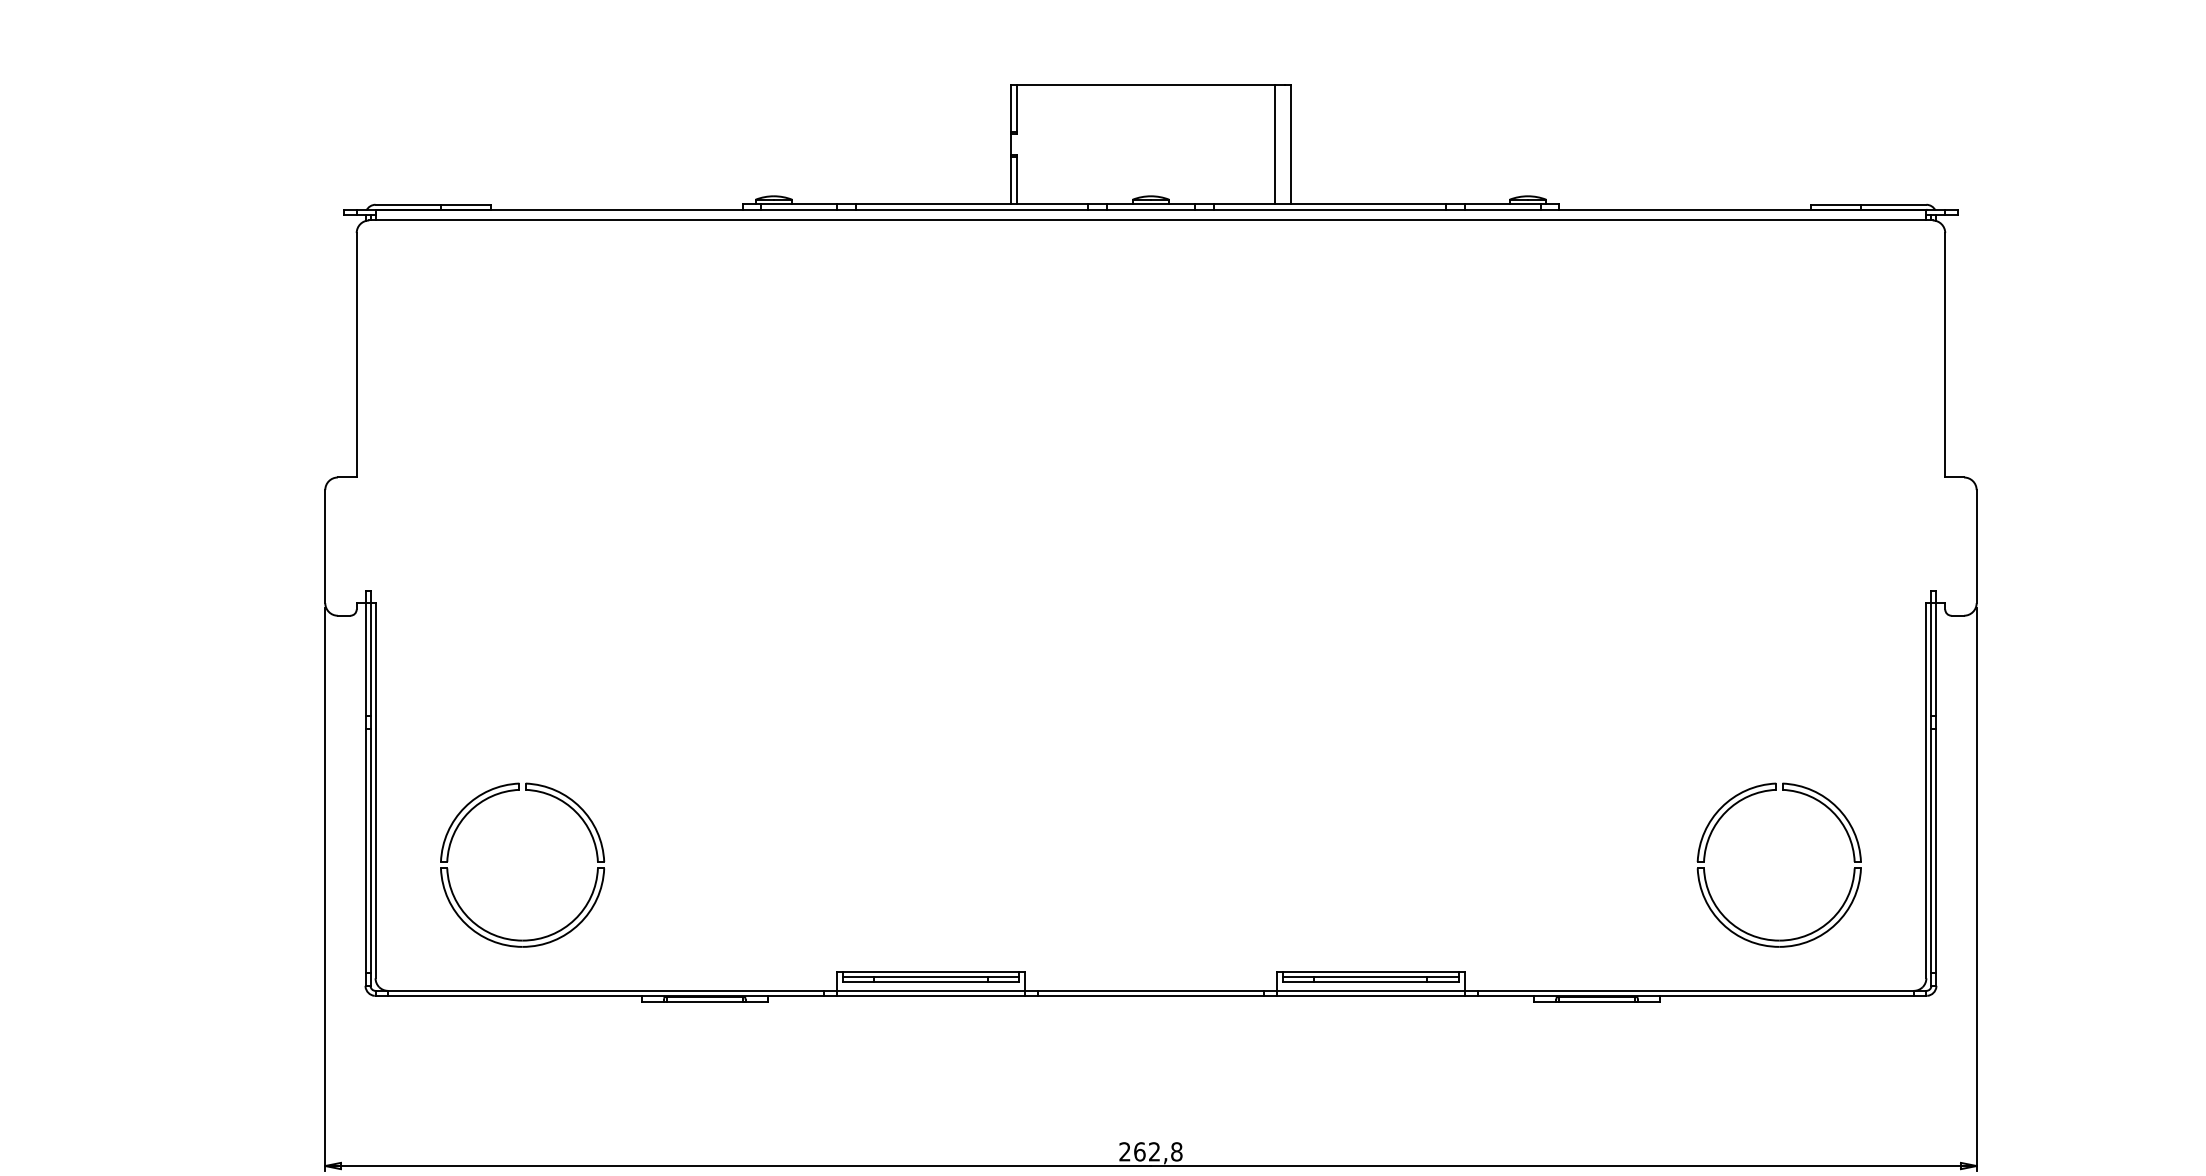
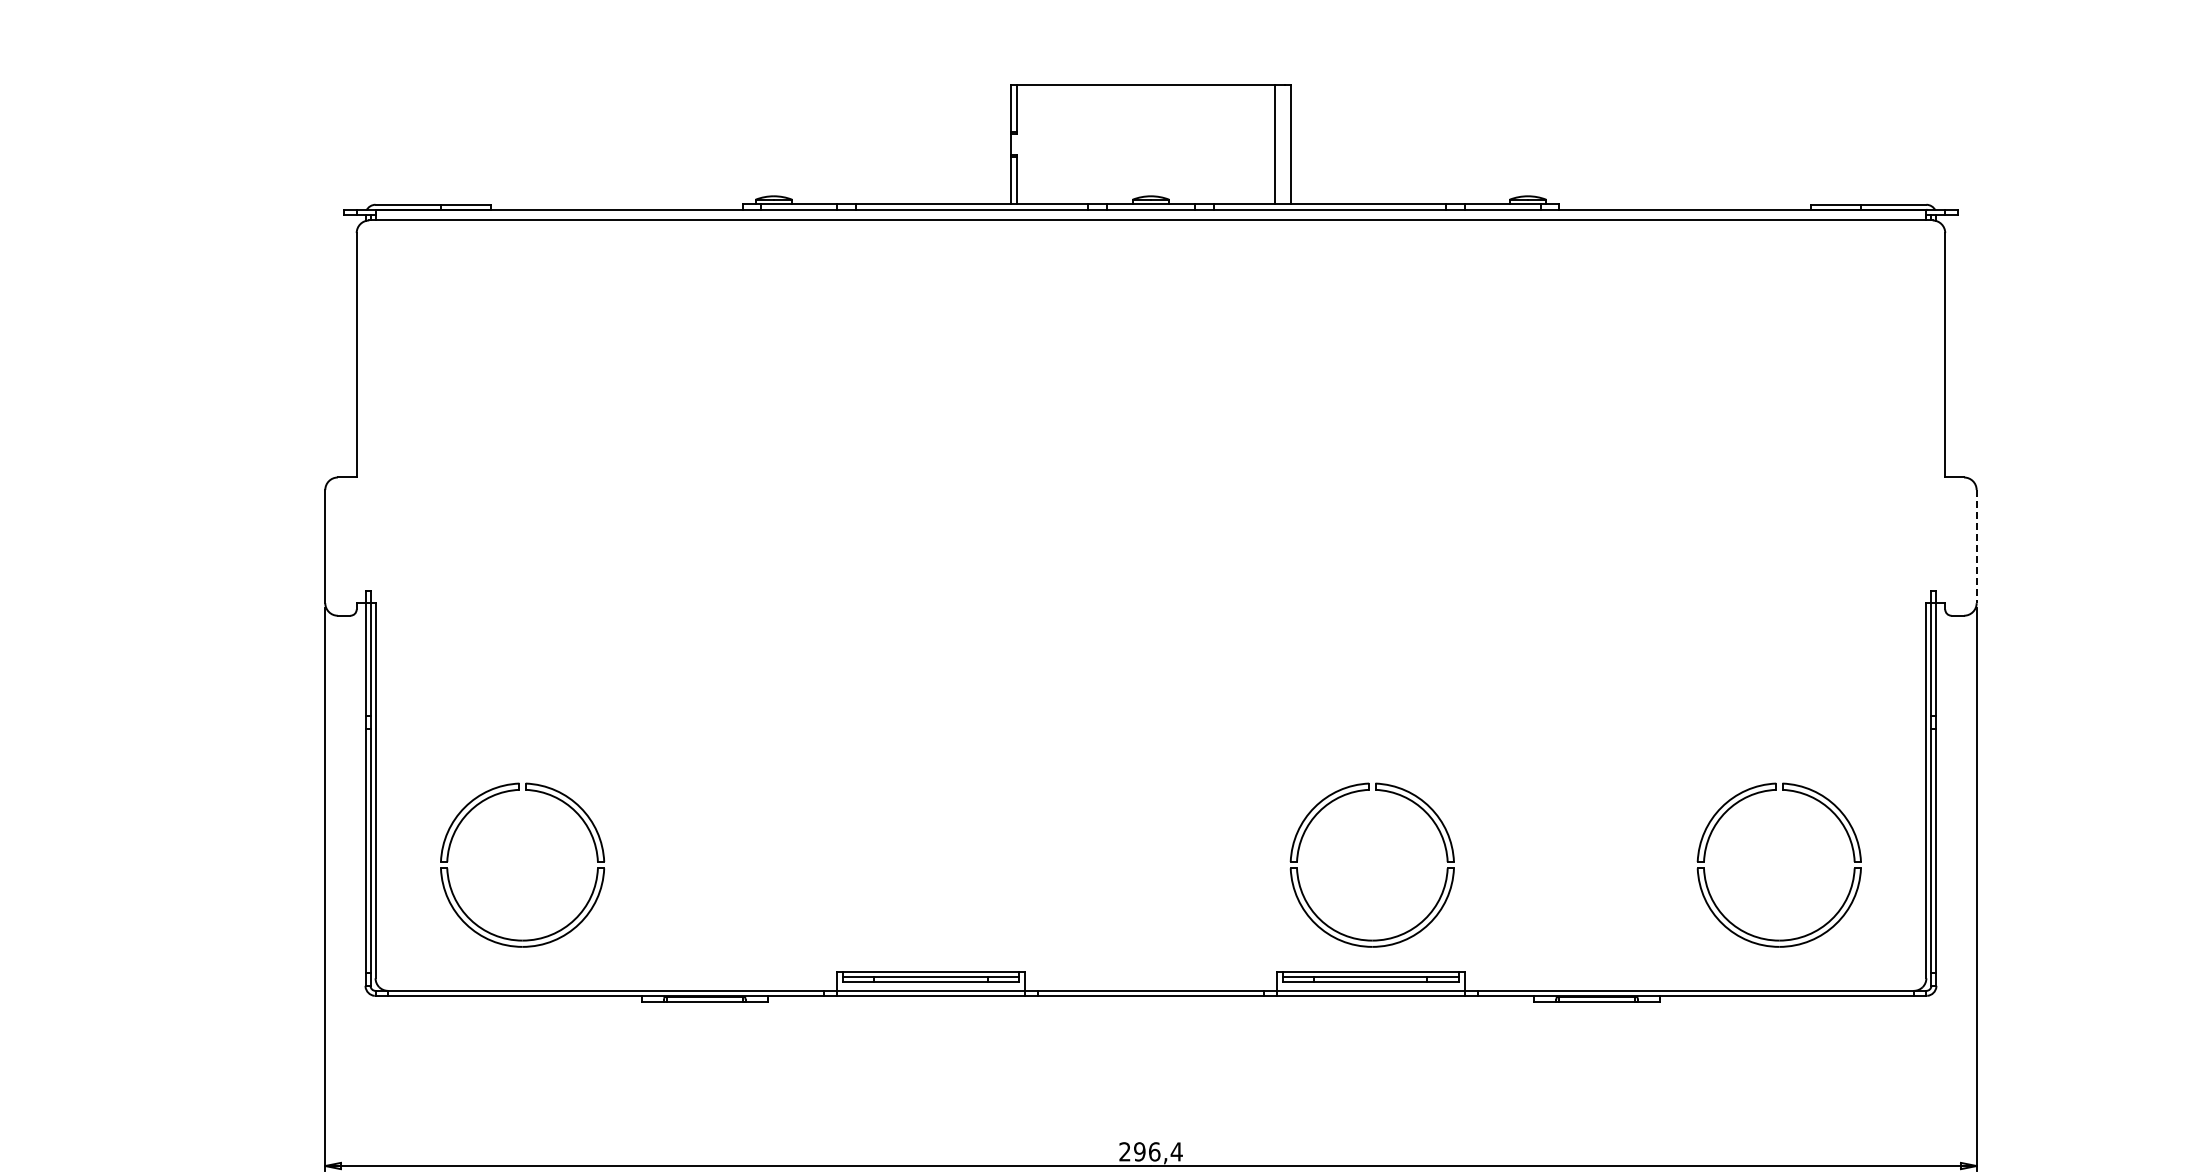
line at (1976, 546): solid -> dashed
part at (1323, 809): none -> present
text at (1158, 1151): 262,8 -> 296,4
